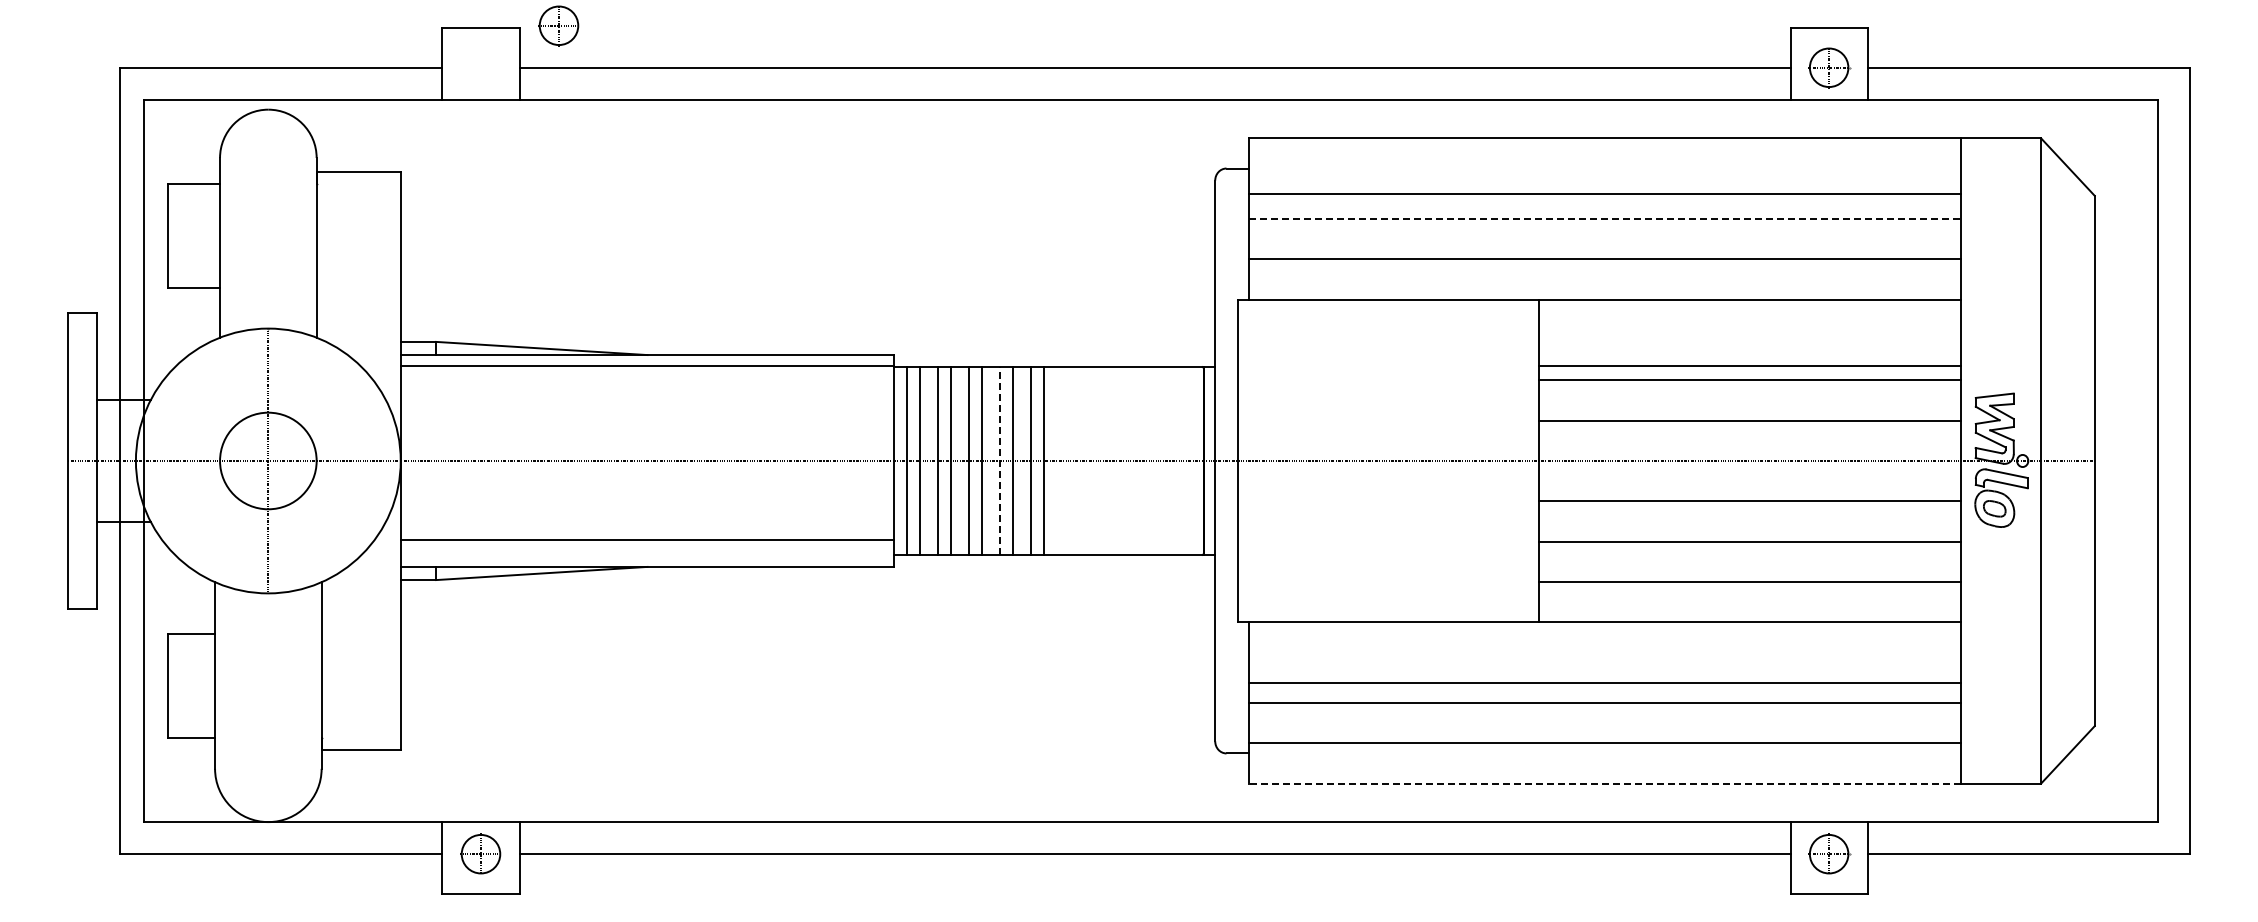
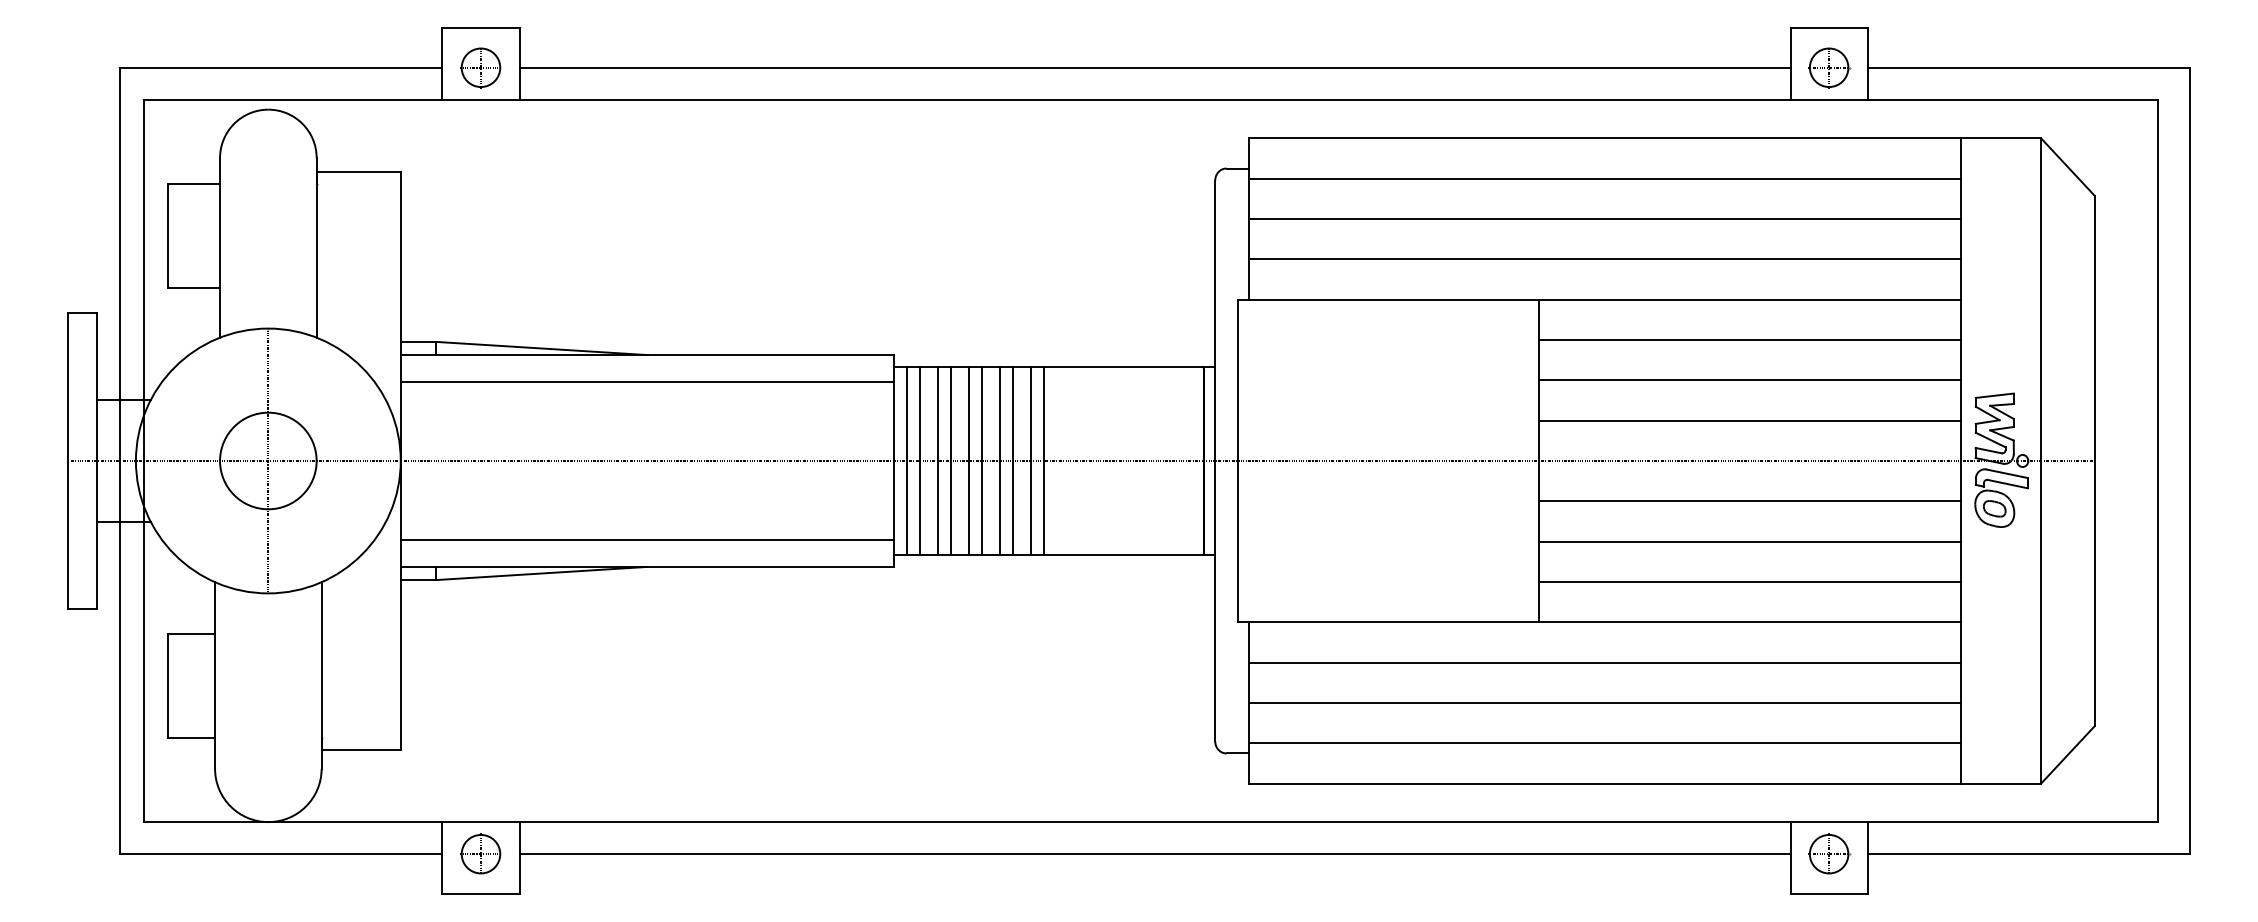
part at (558, 25) position: (558, 25) -> (480, 67)
line at (1604, 193) position: (1604, 193) -> (1604, 178)
line at (1605, 218): dashed -> solid
line at (647, 365) position: (647, 365) -> (647, 381)
line at (1749, 365) position: (1749, 365) -> (1749, 339)
line at (999, 460): dashed -> solid
line at (1604, 682) position: (1604, 682) -> (1604, 662)
line at (1605, 783): dashed -> solid
